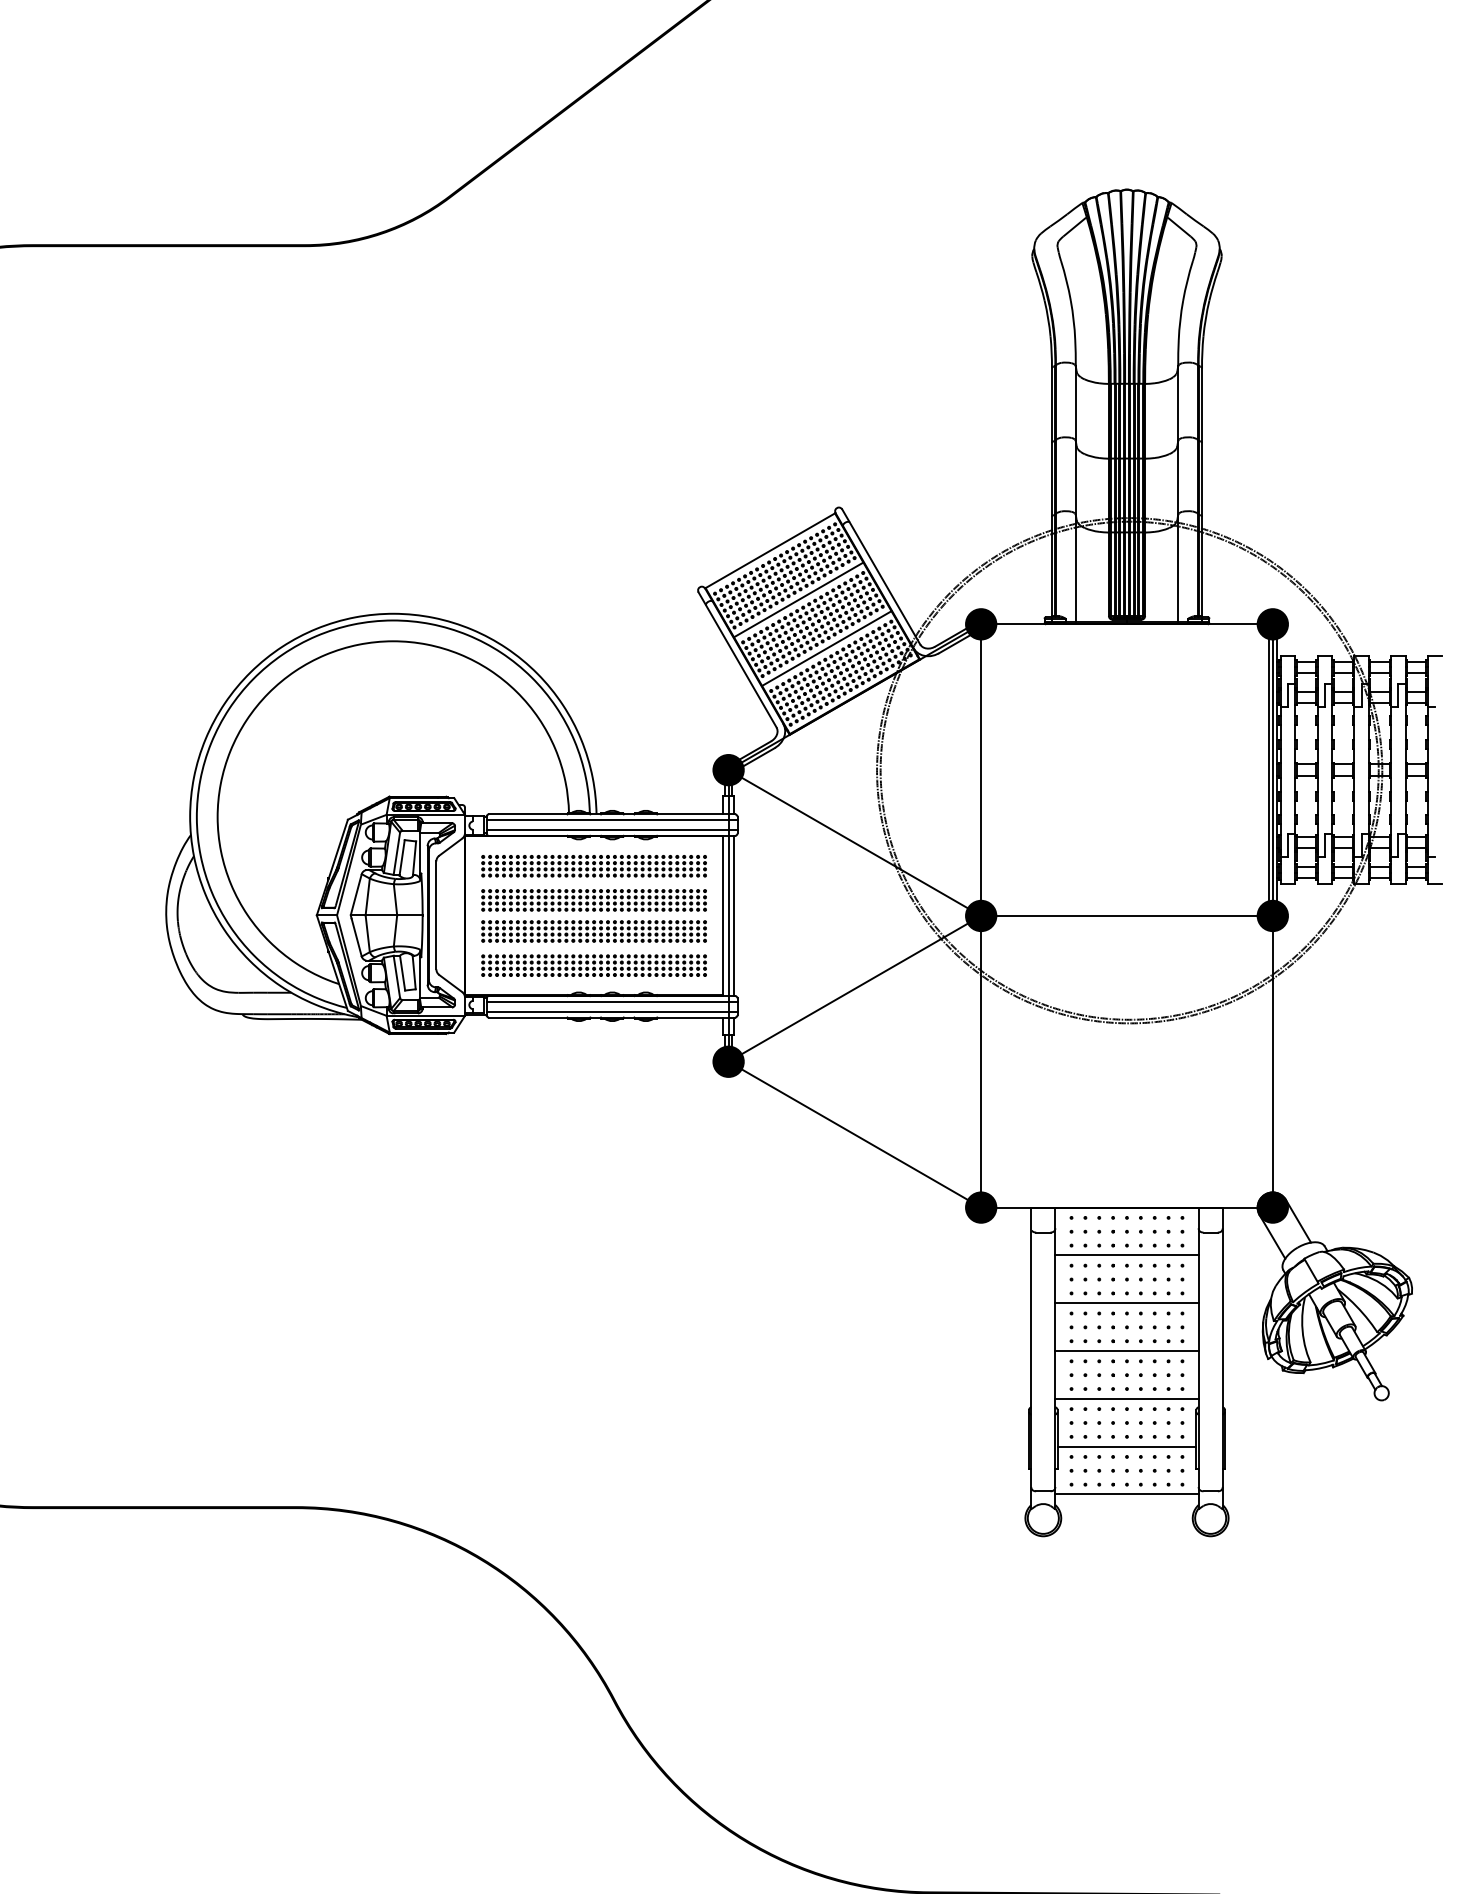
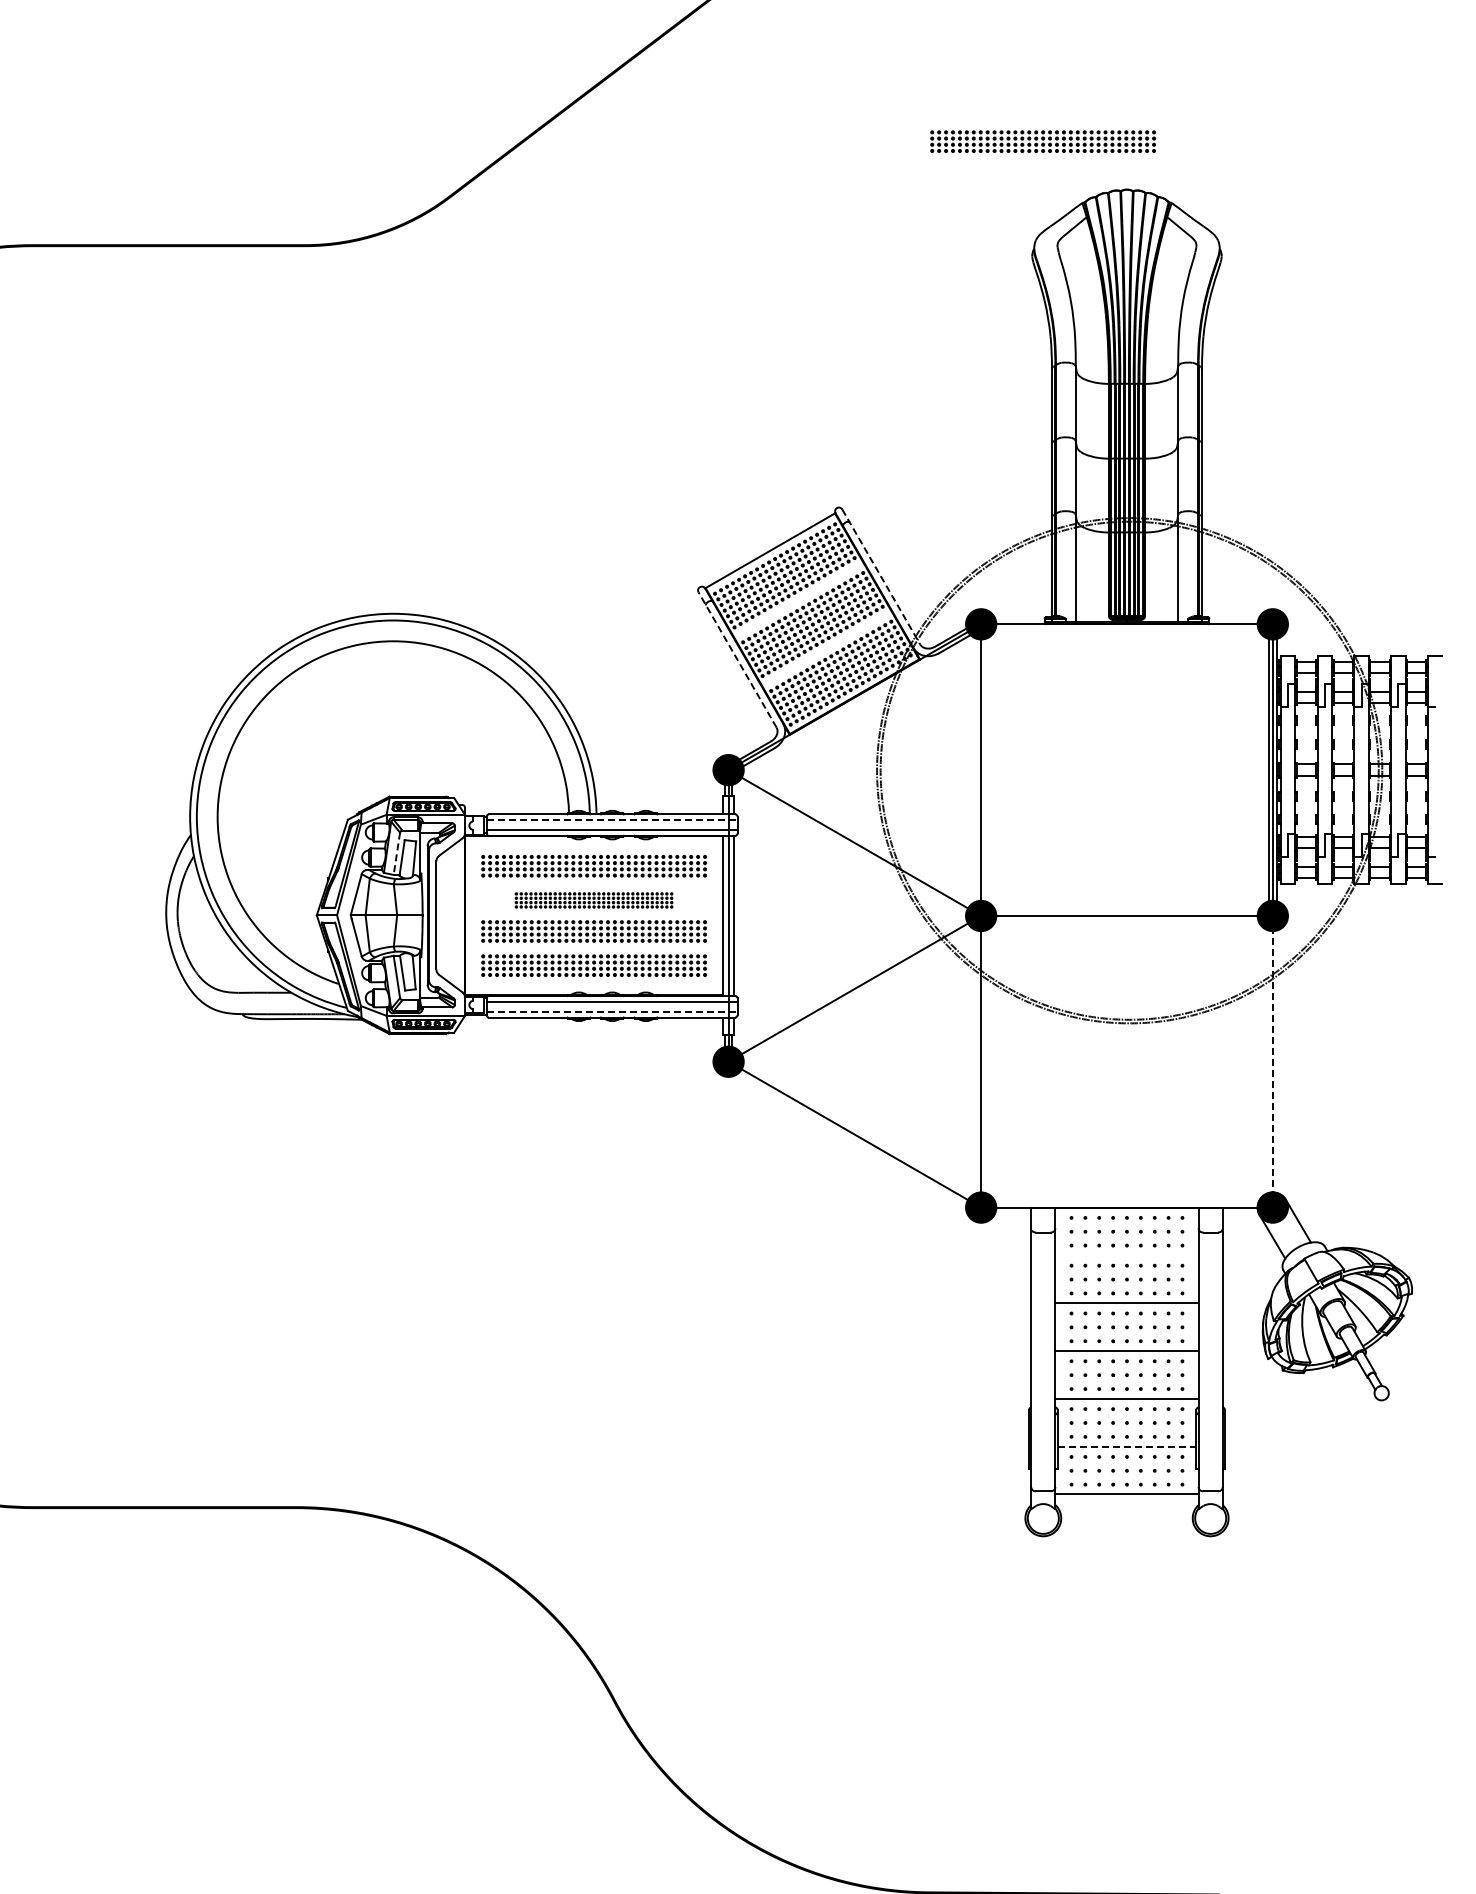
part at (1042, 141): none -> present
line at (881, 577): solid -> dashed
line at (798, 599): present -> none
line at (826, 648): present -> none
line at (737, 659): solid -> dashed
line at (612, 820): solid -> dashed
line at (396, 854): solid -> dashed
part at (593, 900) size: 226x23 px -> 160x17 px
line at (612, 1011): solid -> dashed
line at (1272, 1061): solid -> dashed
line at (1126, 1255): present -> none
line at (1127, 1446): solid -> dashed
